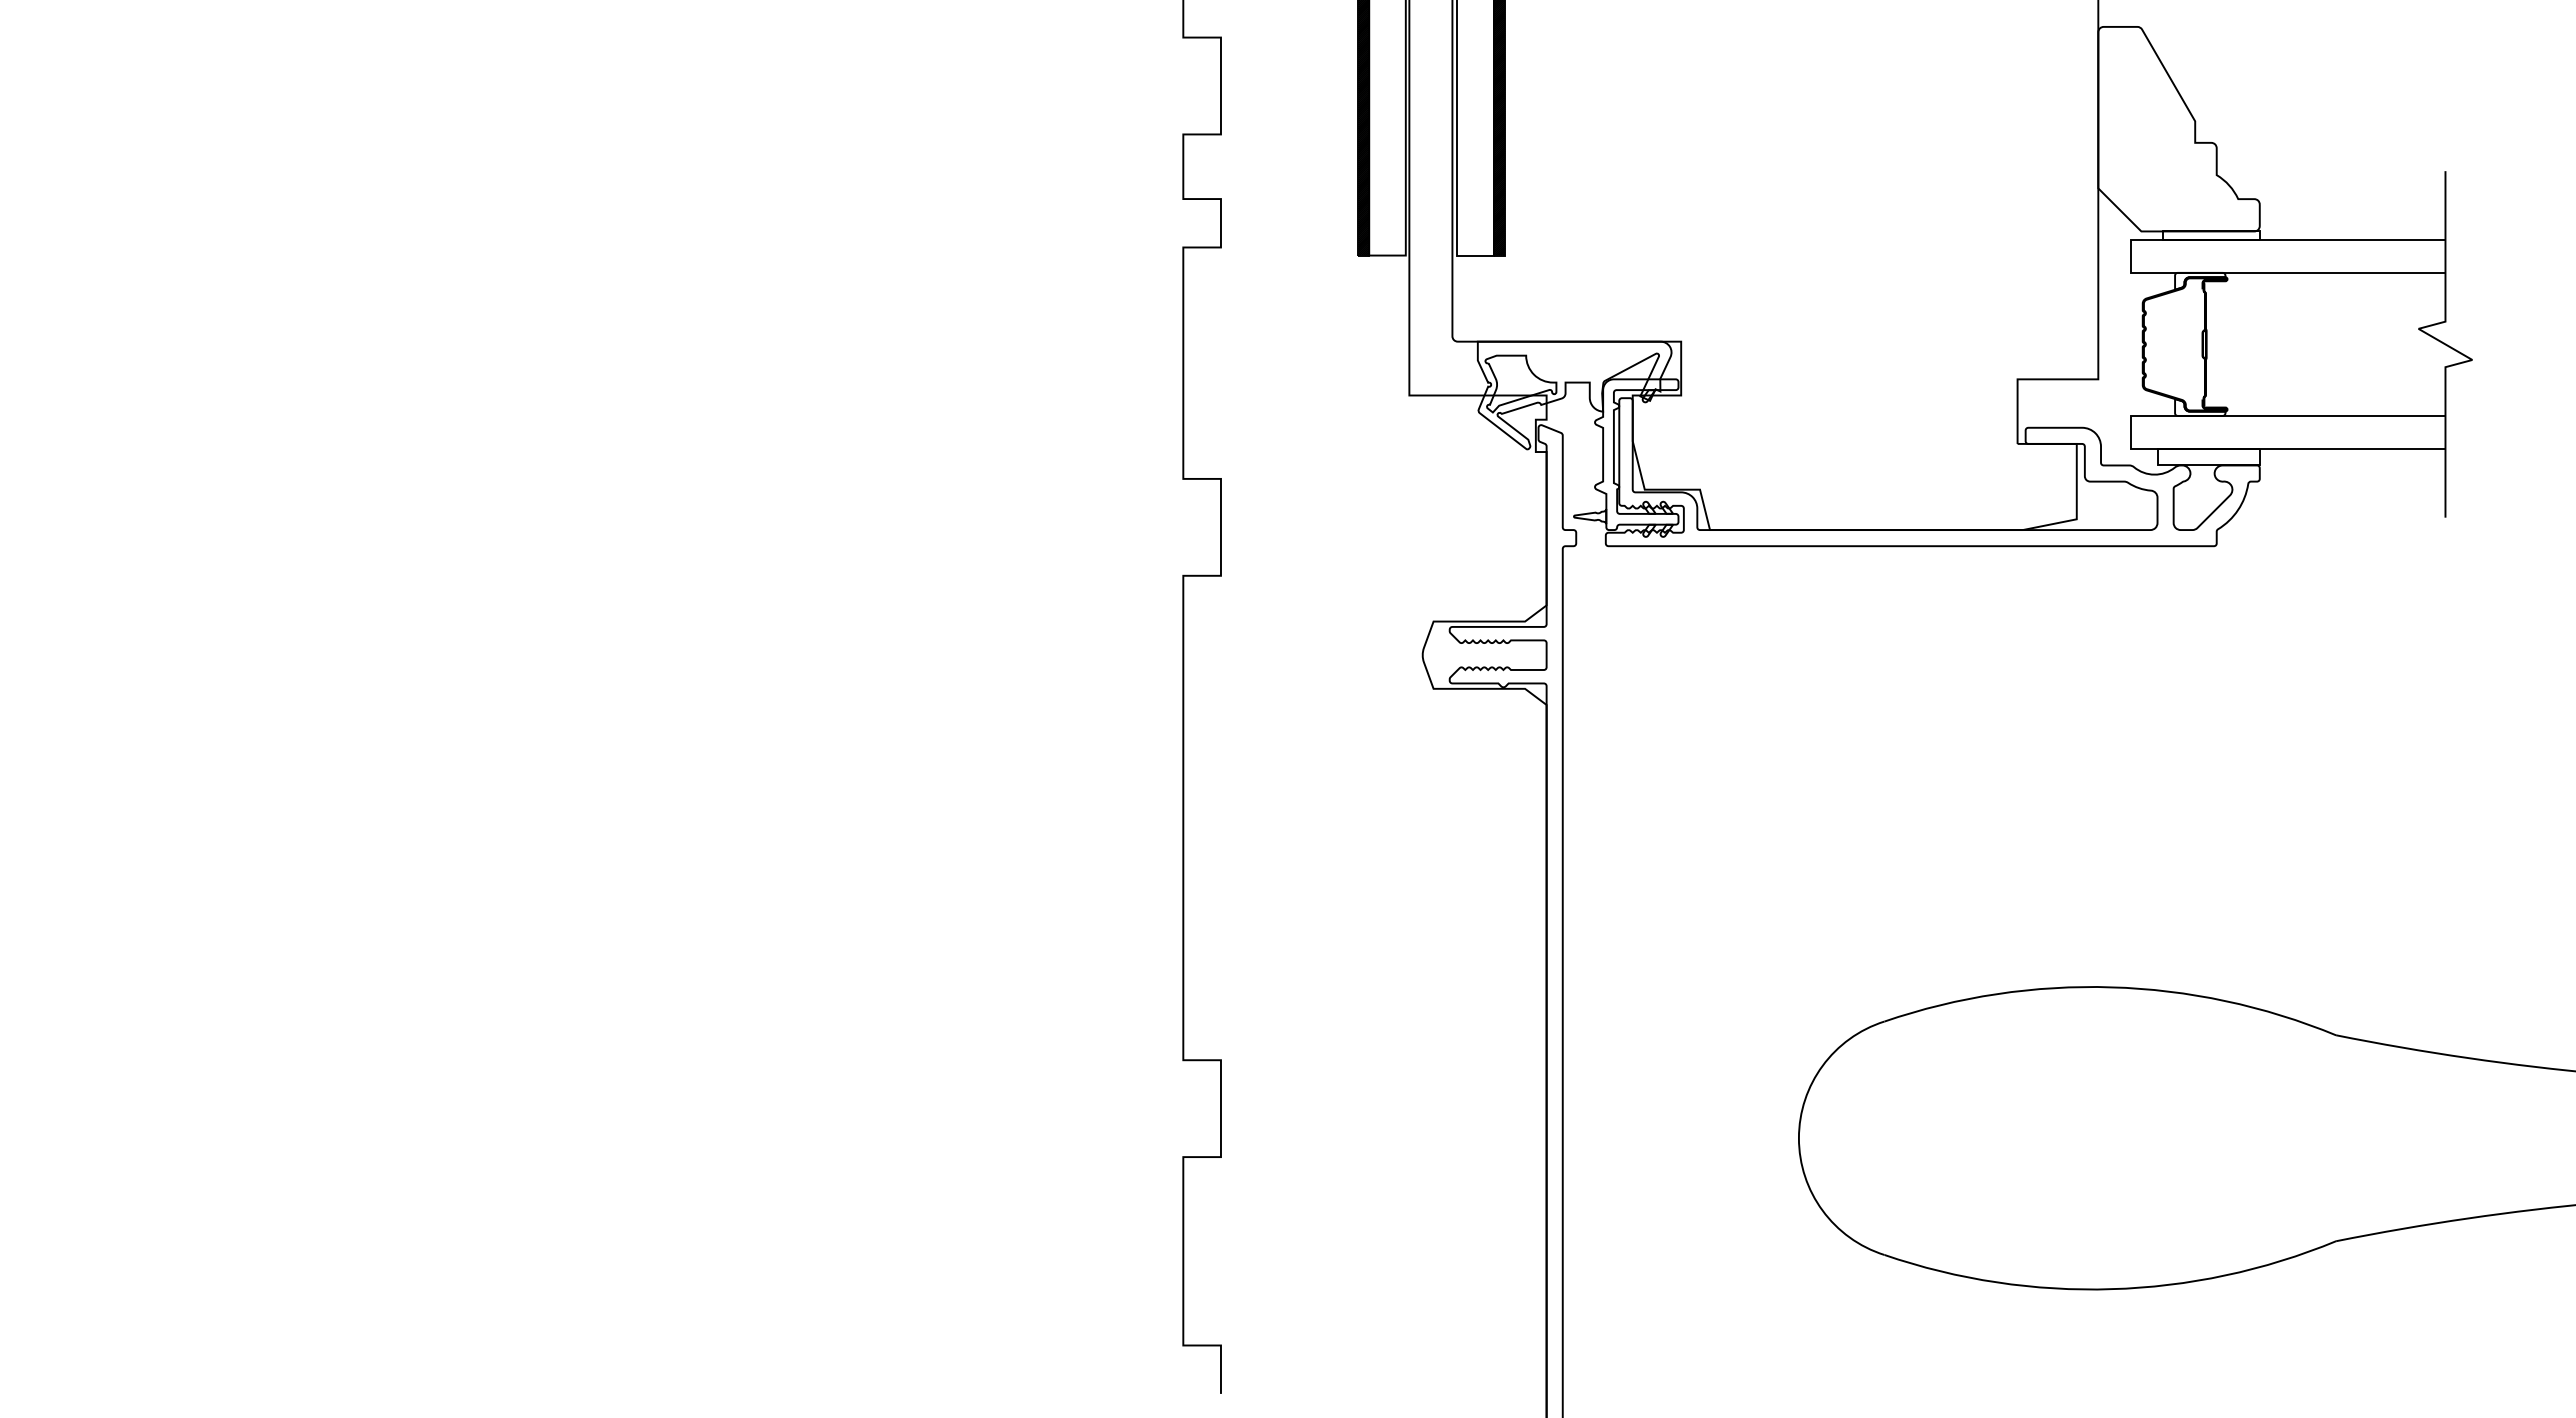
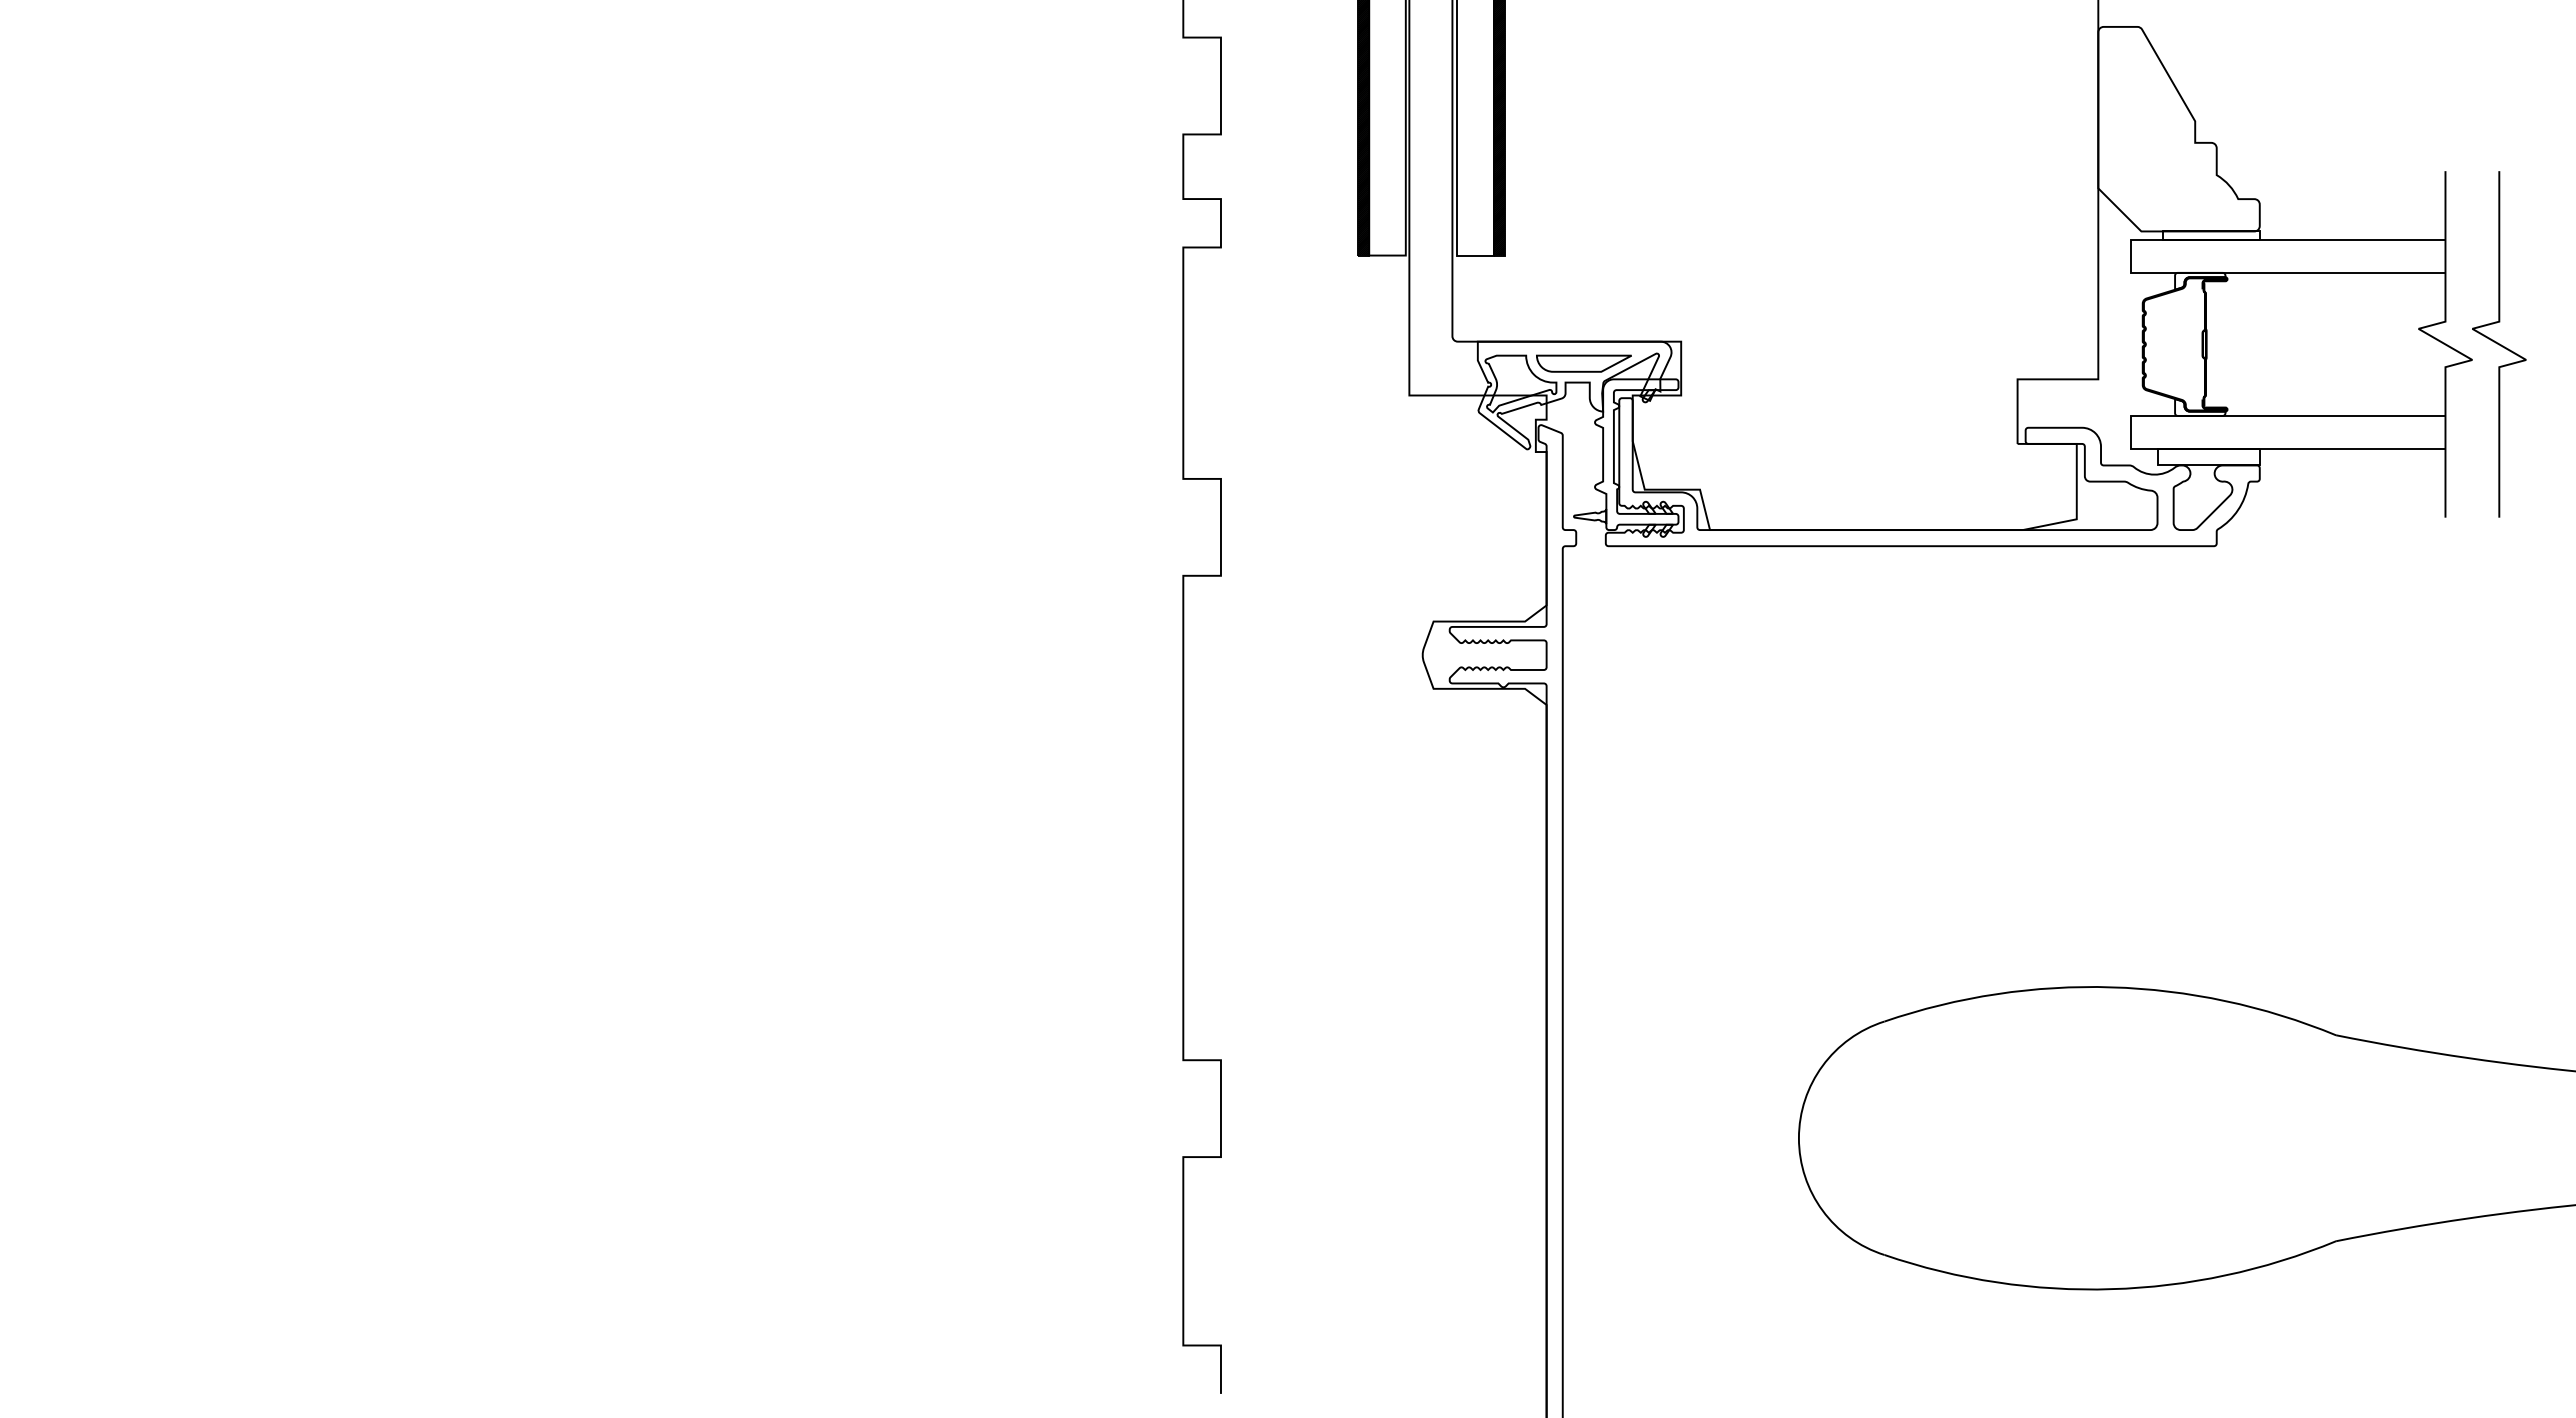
curve at (2499, 344): none -> present
part at (1583, 363): none -> present
